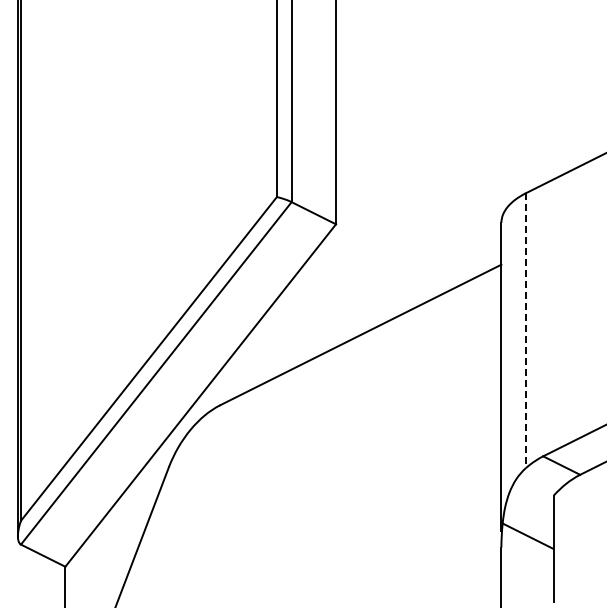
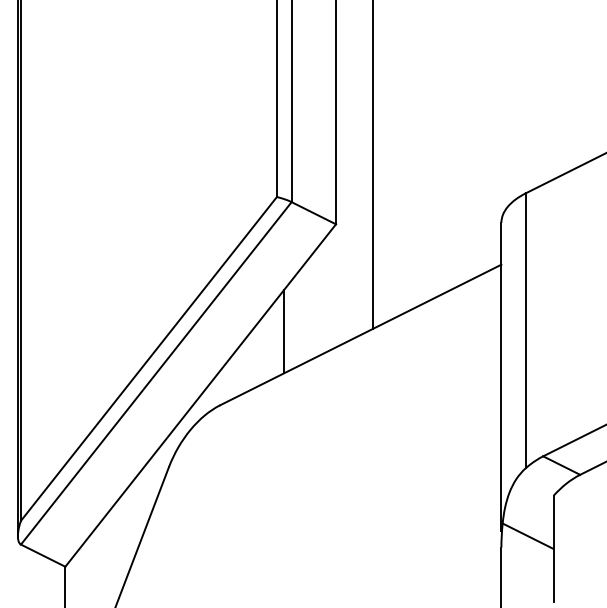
line at (372, 165): none -> present
line at (284, 331): none -> present
line at (525, 331): dashed -> solid
